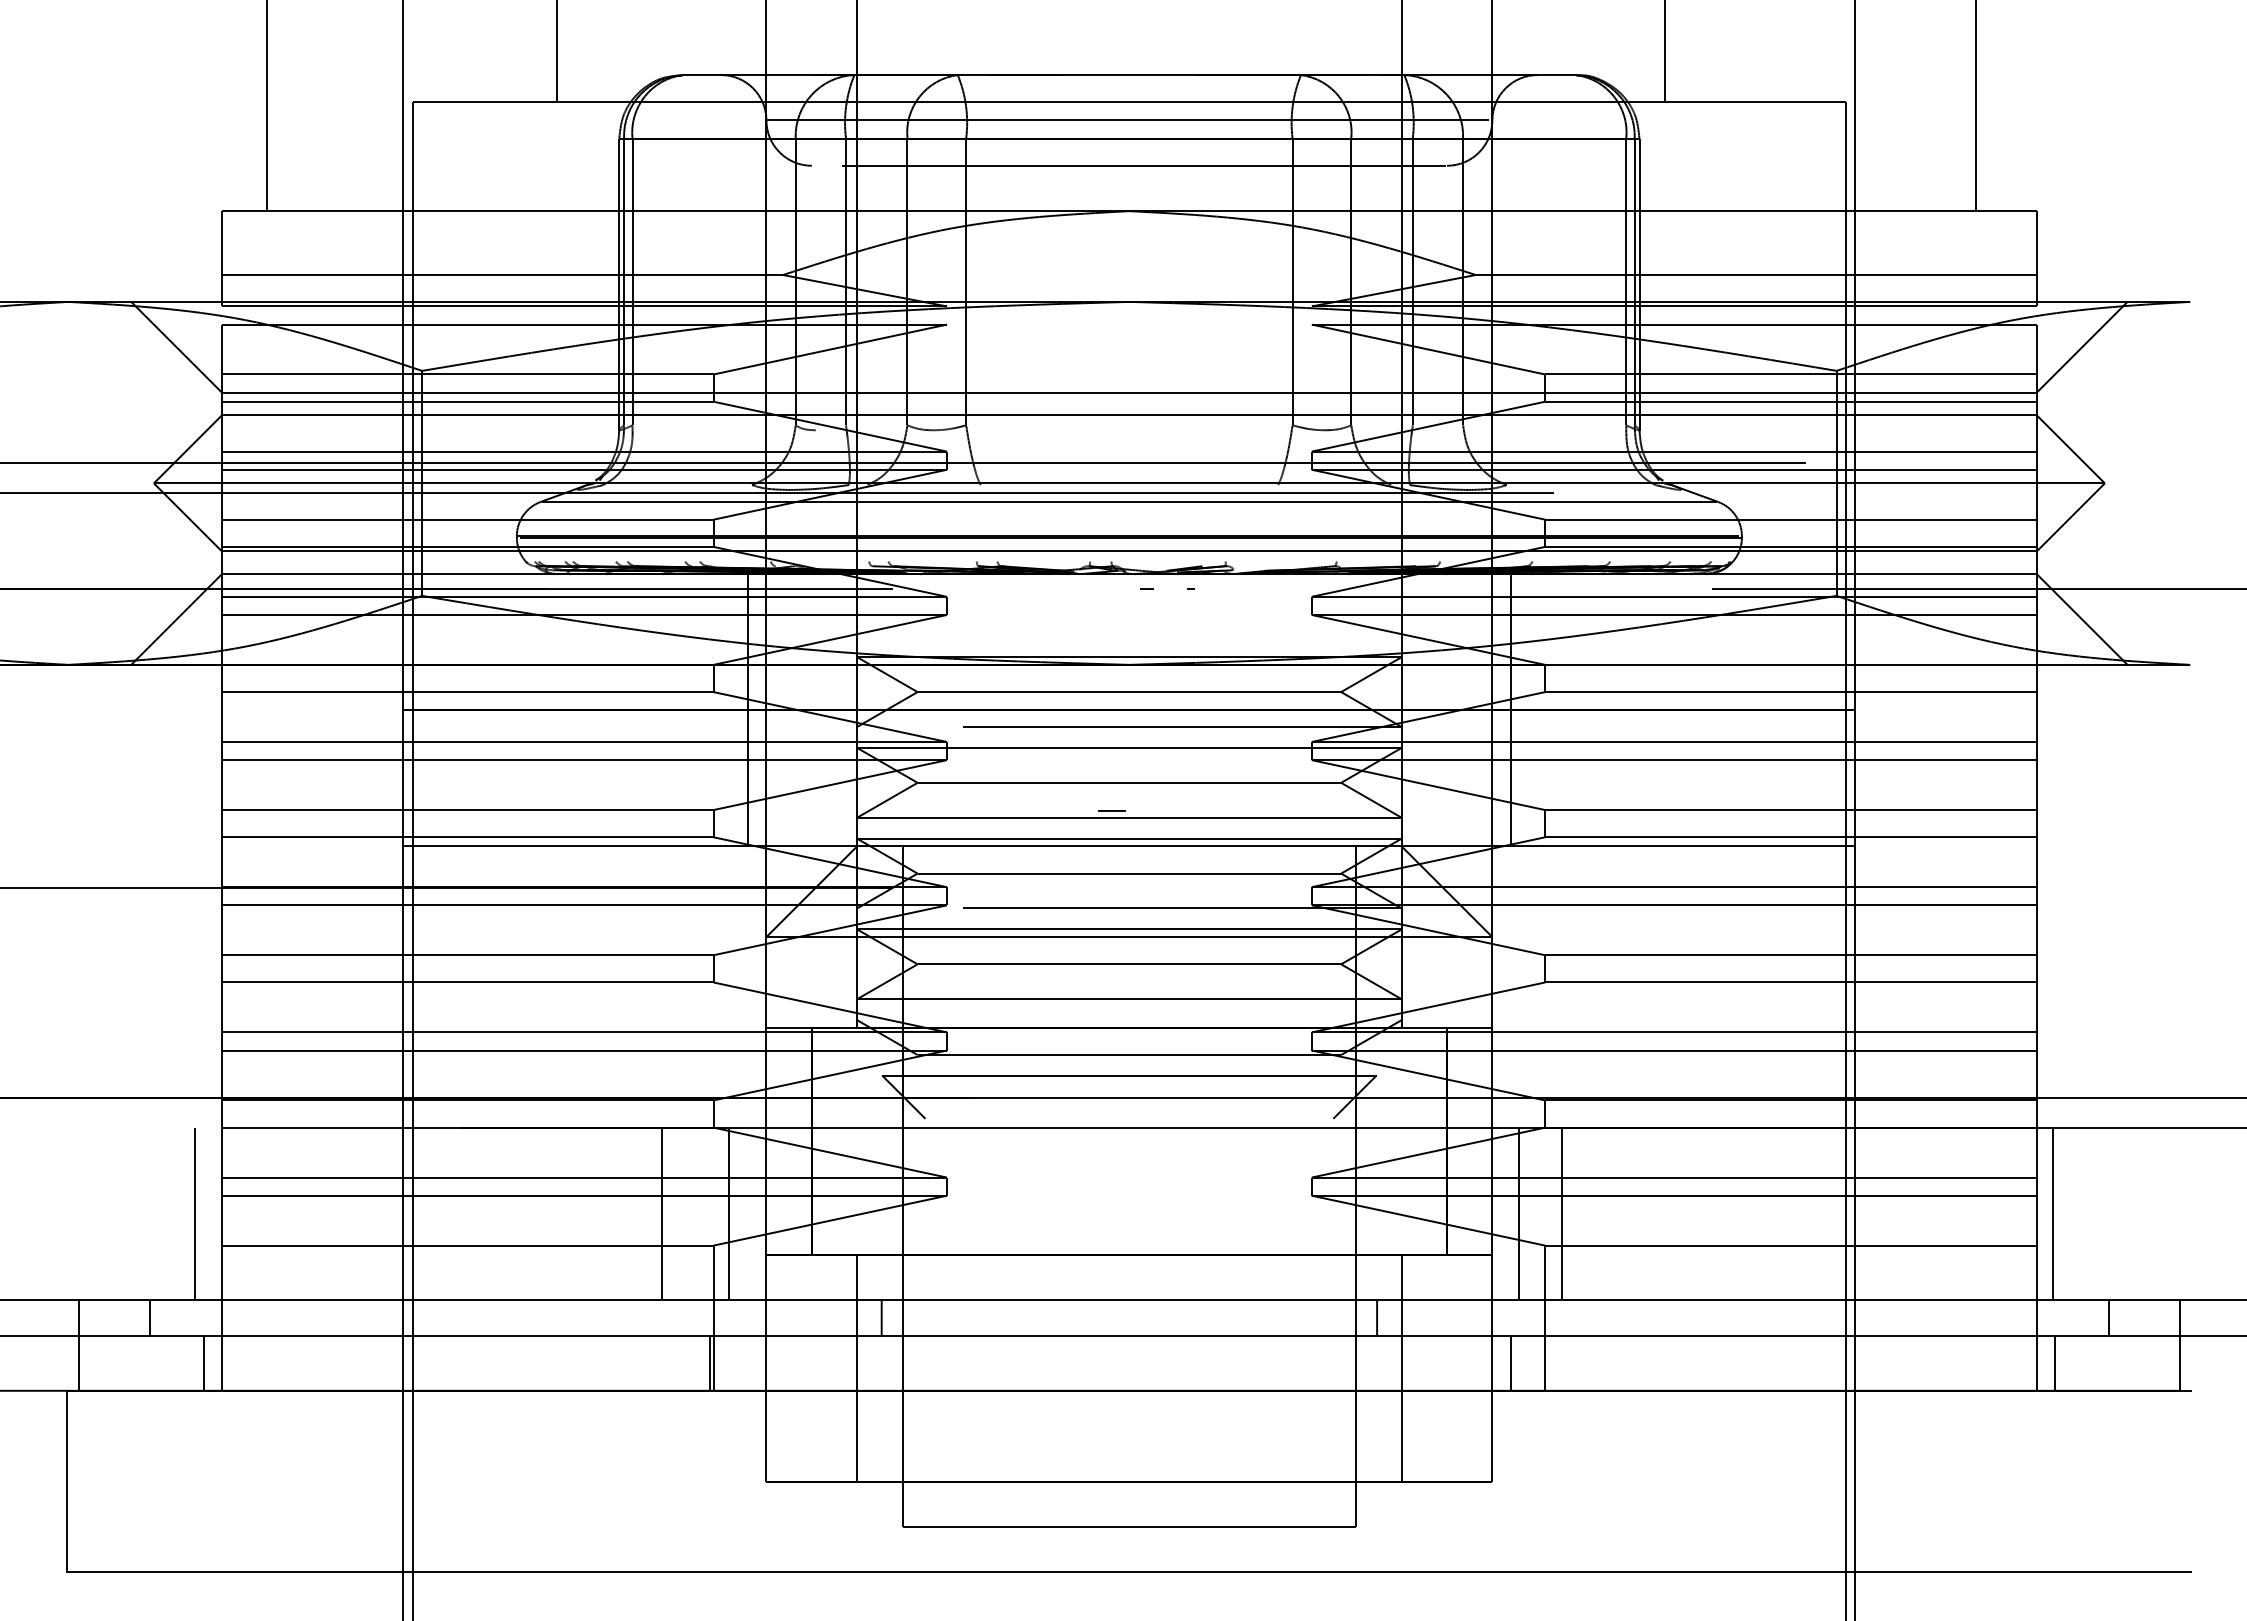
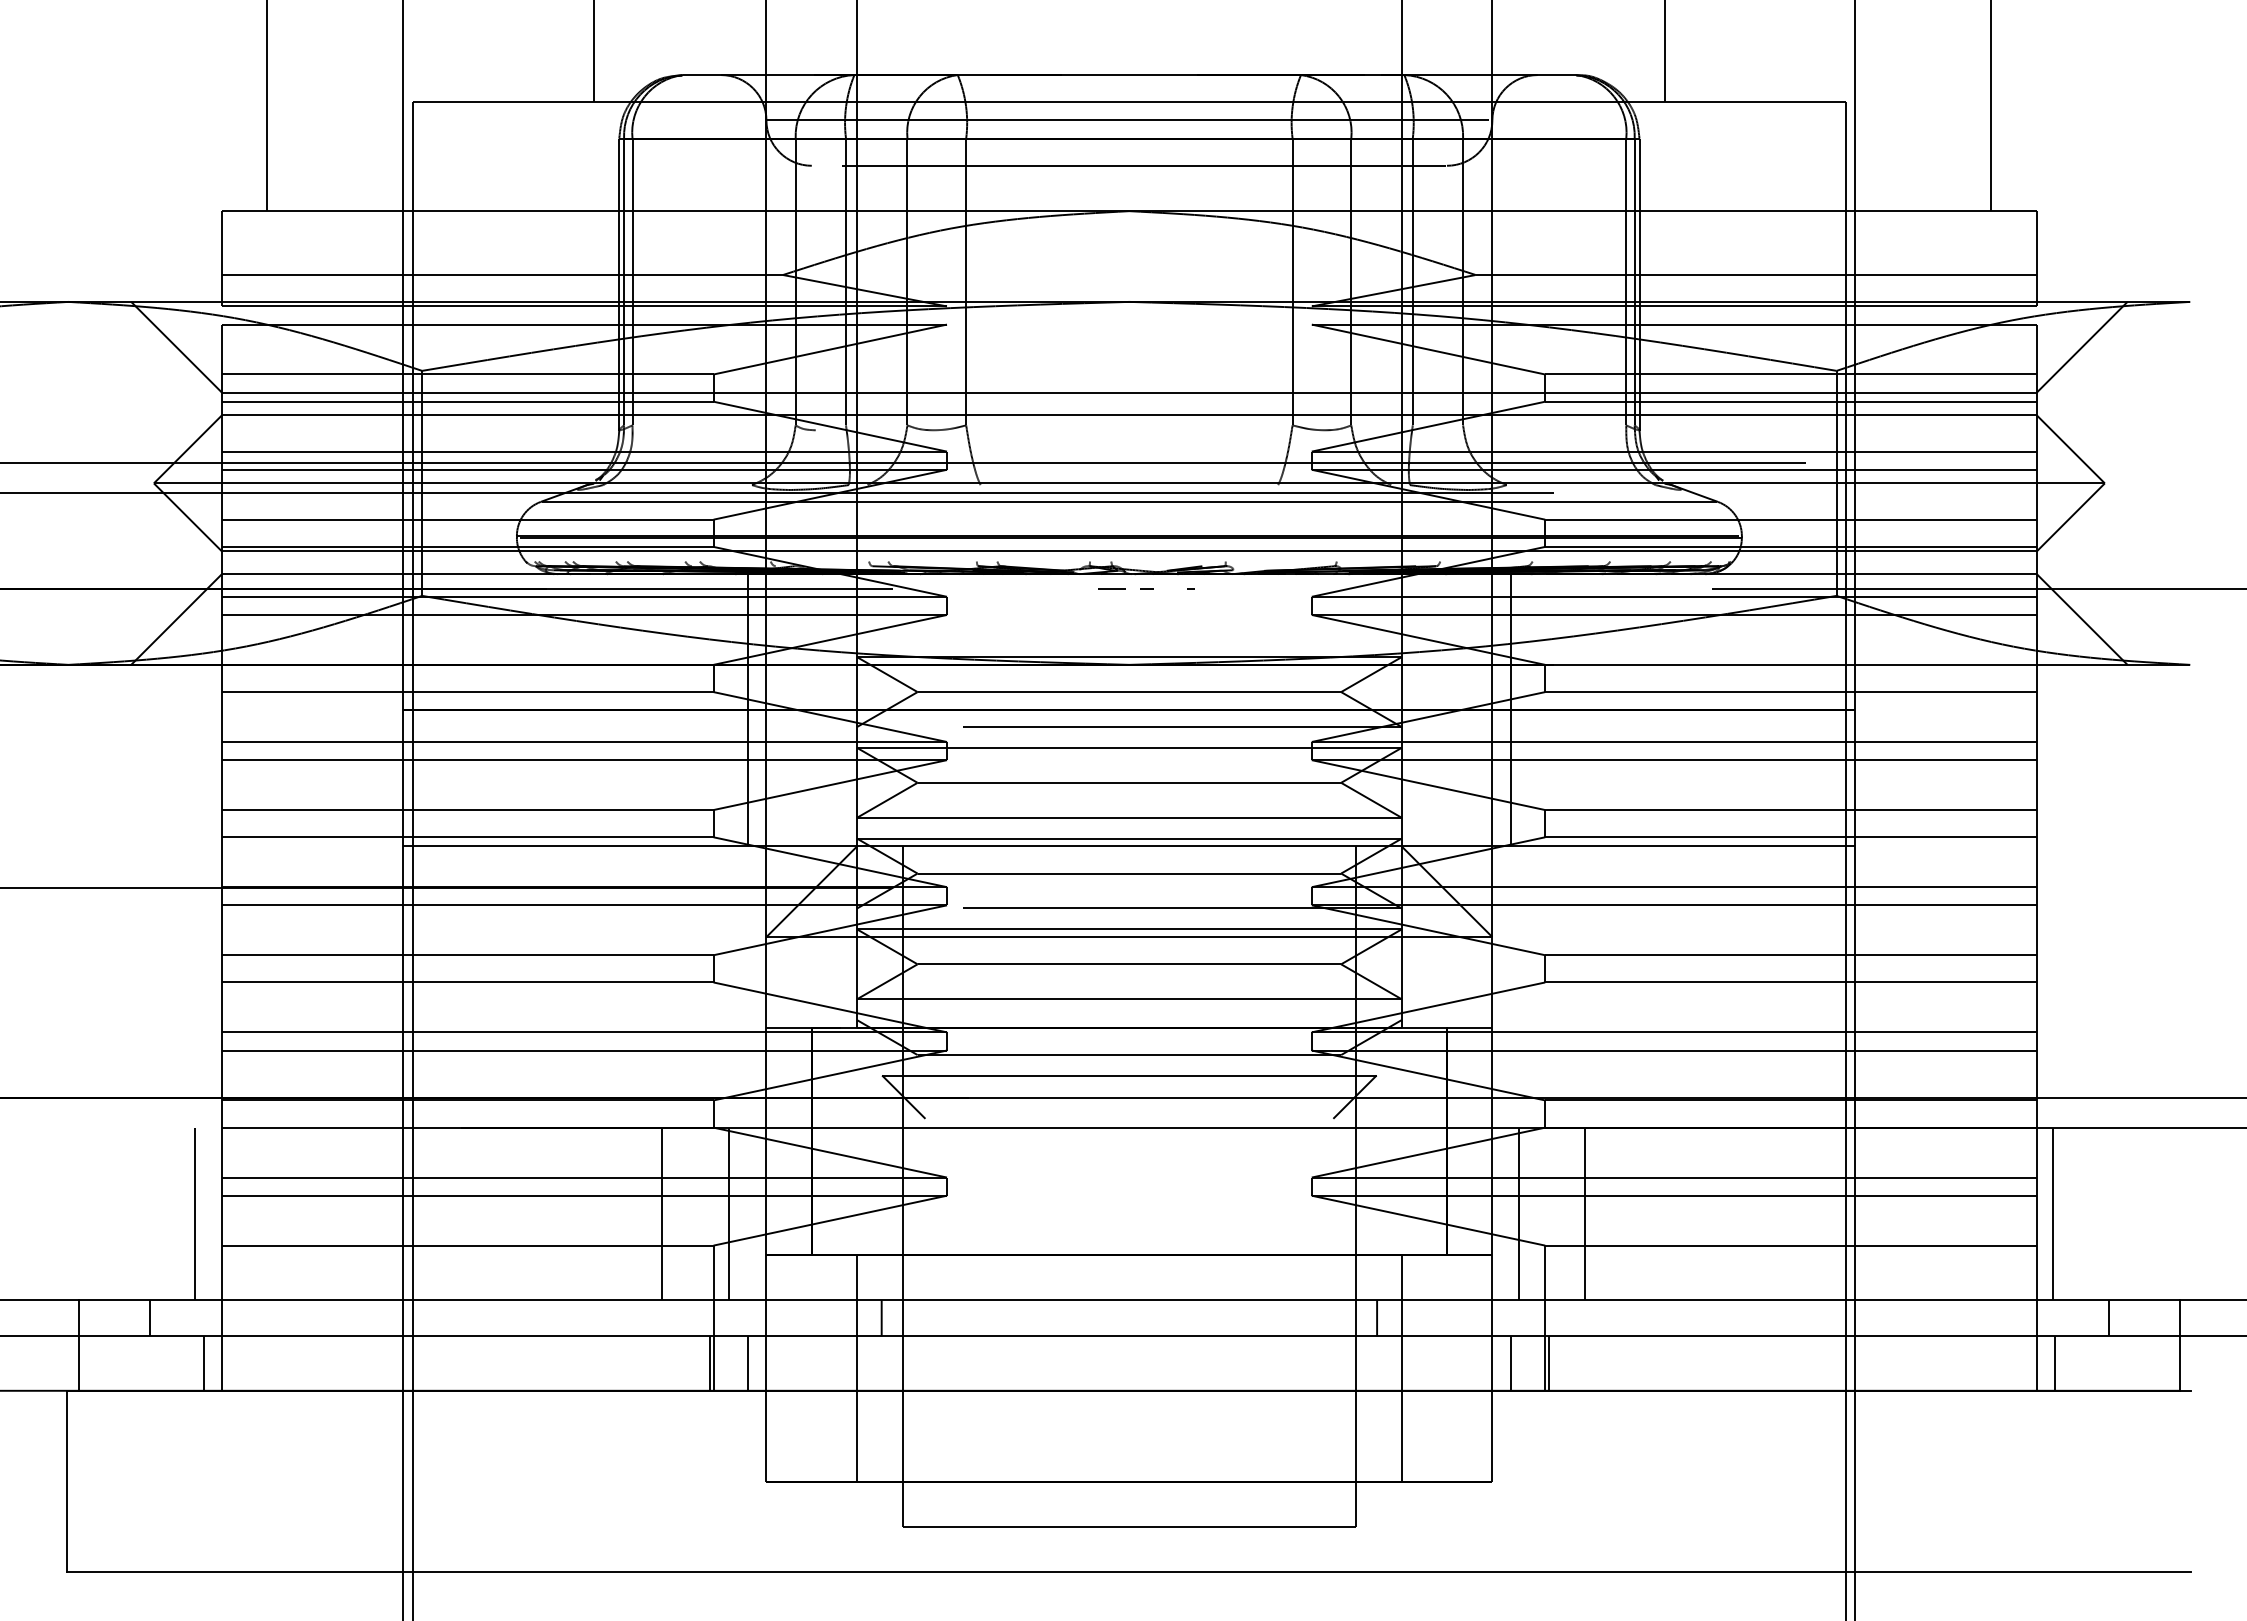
line at (557, 52) position: (557, 52) -> (594, 52)
line at (1976, 106) position: (1976, 106) -> (1991, 106)
line at (1111, 810) position: (1111, 810) -> (1111, 588)
line at (1562, 1213) position: (1562, 1213) -> (1585, 1213)
line at (748, 1363): none -> present
line at (1549, 1363): none -> present
